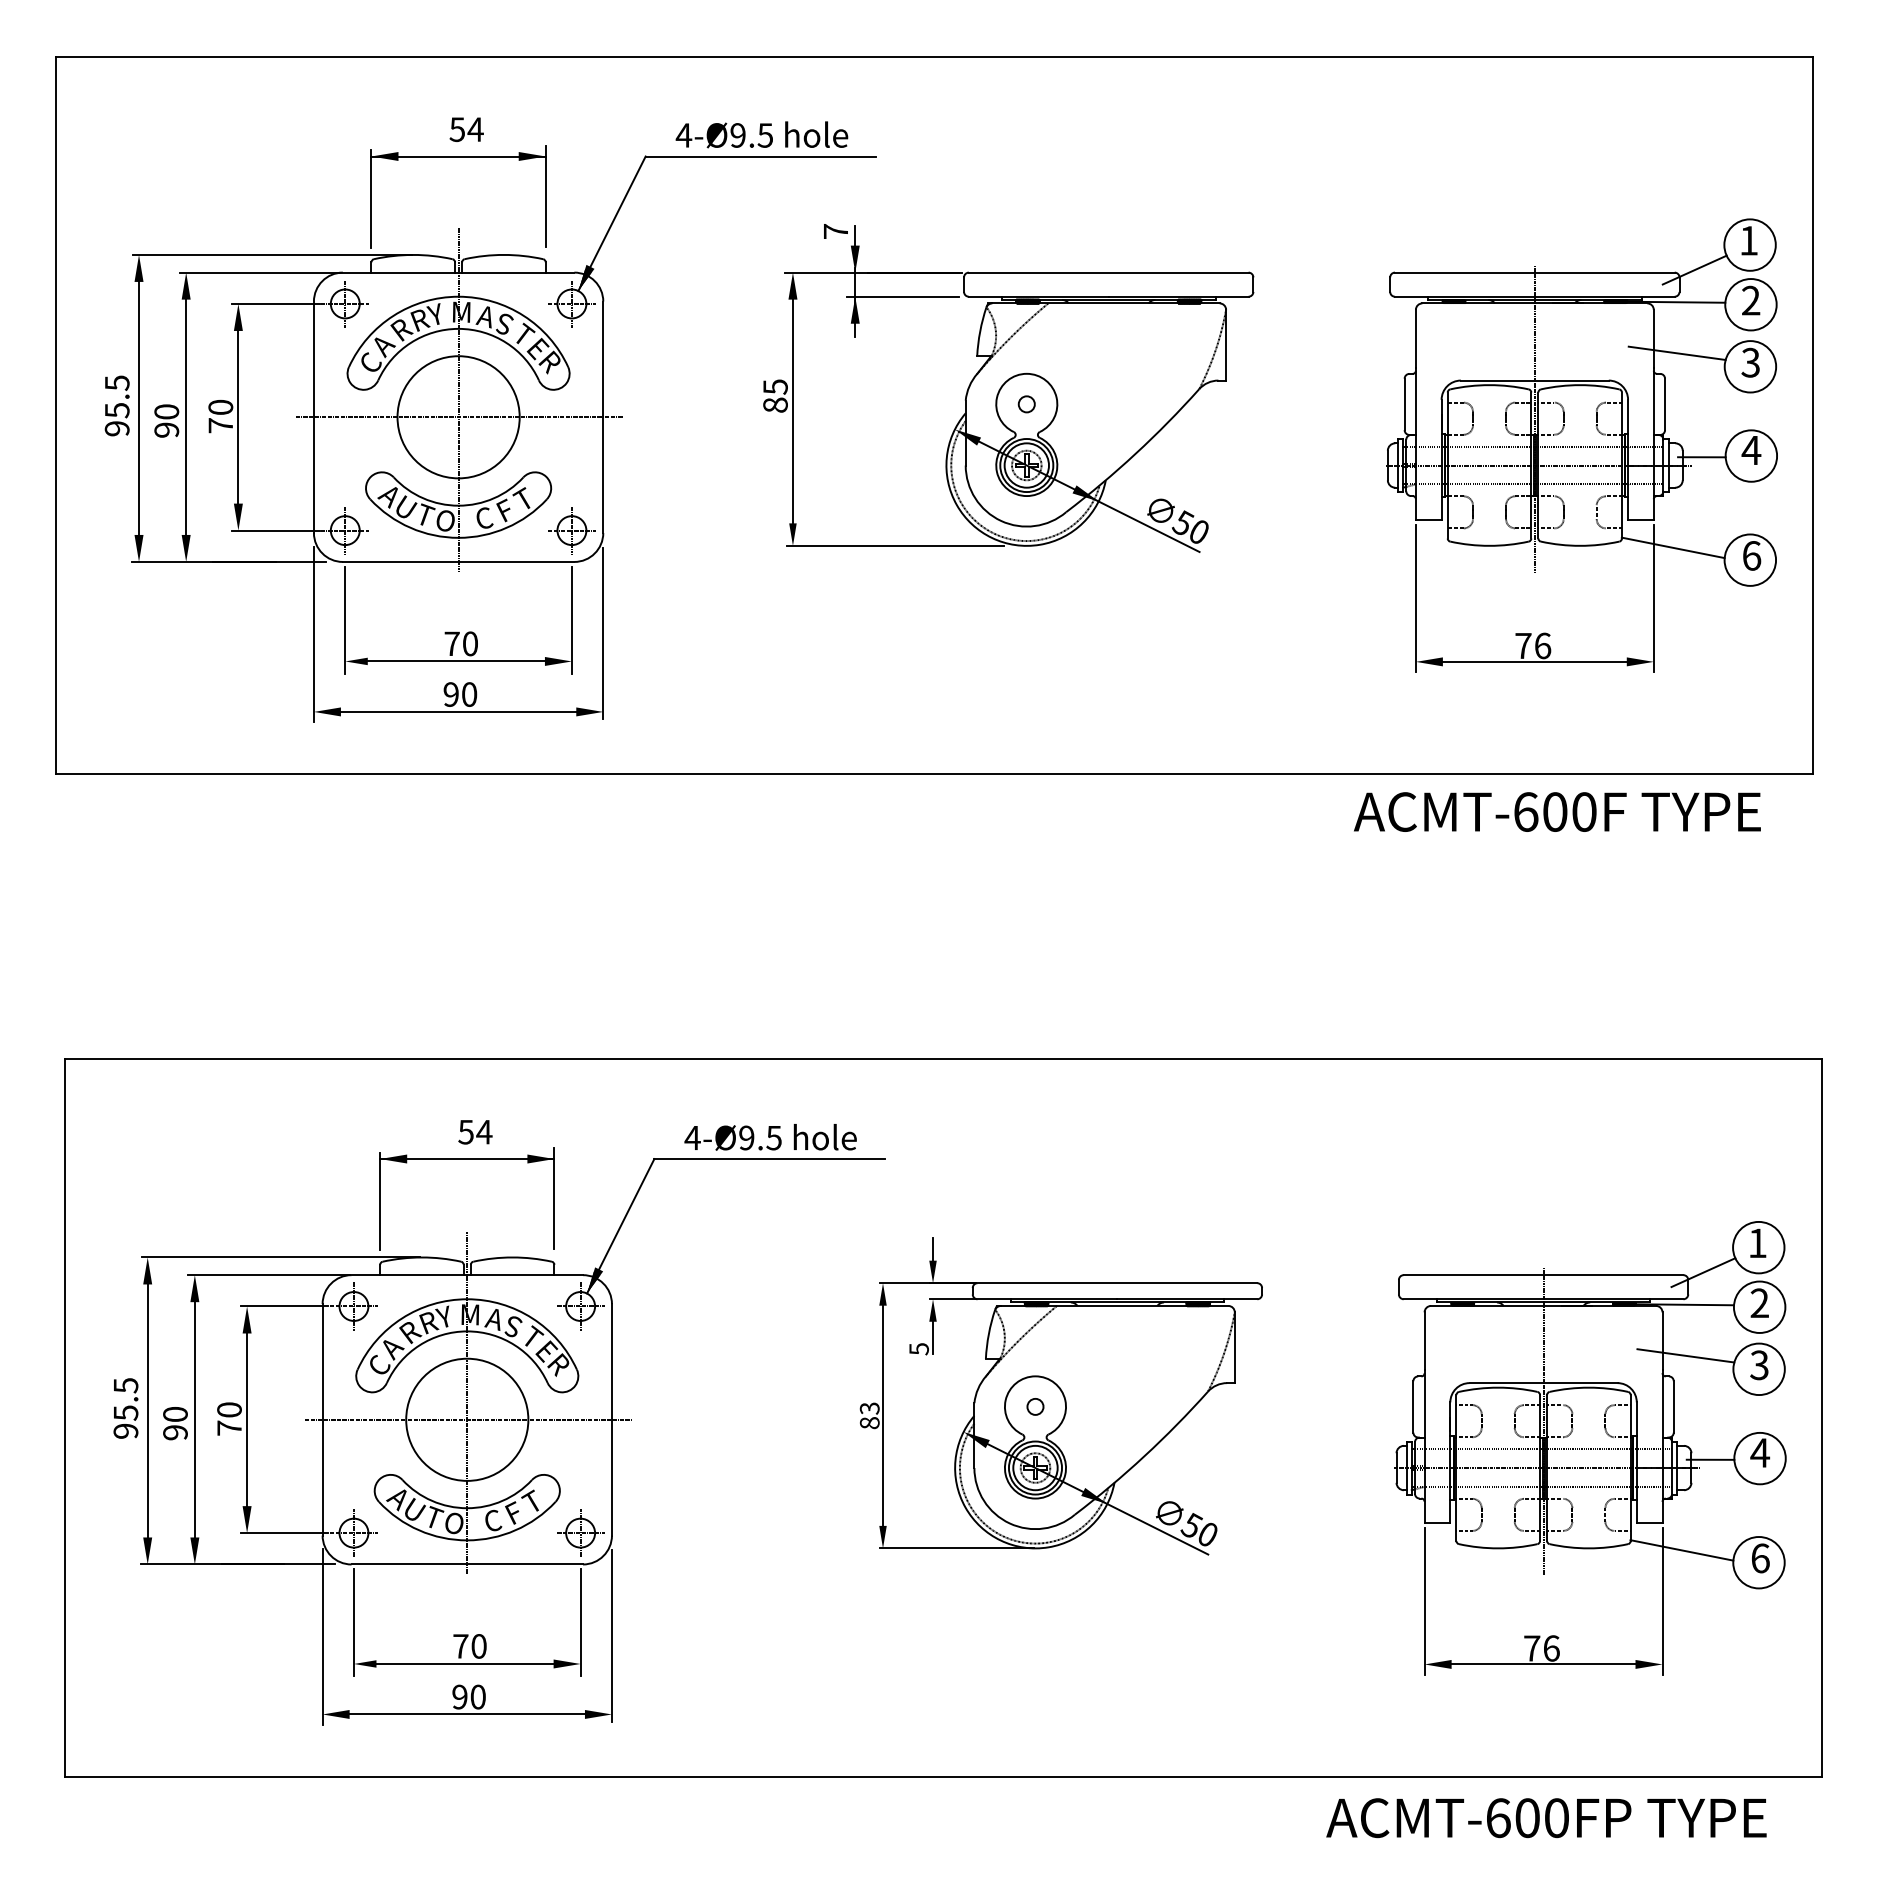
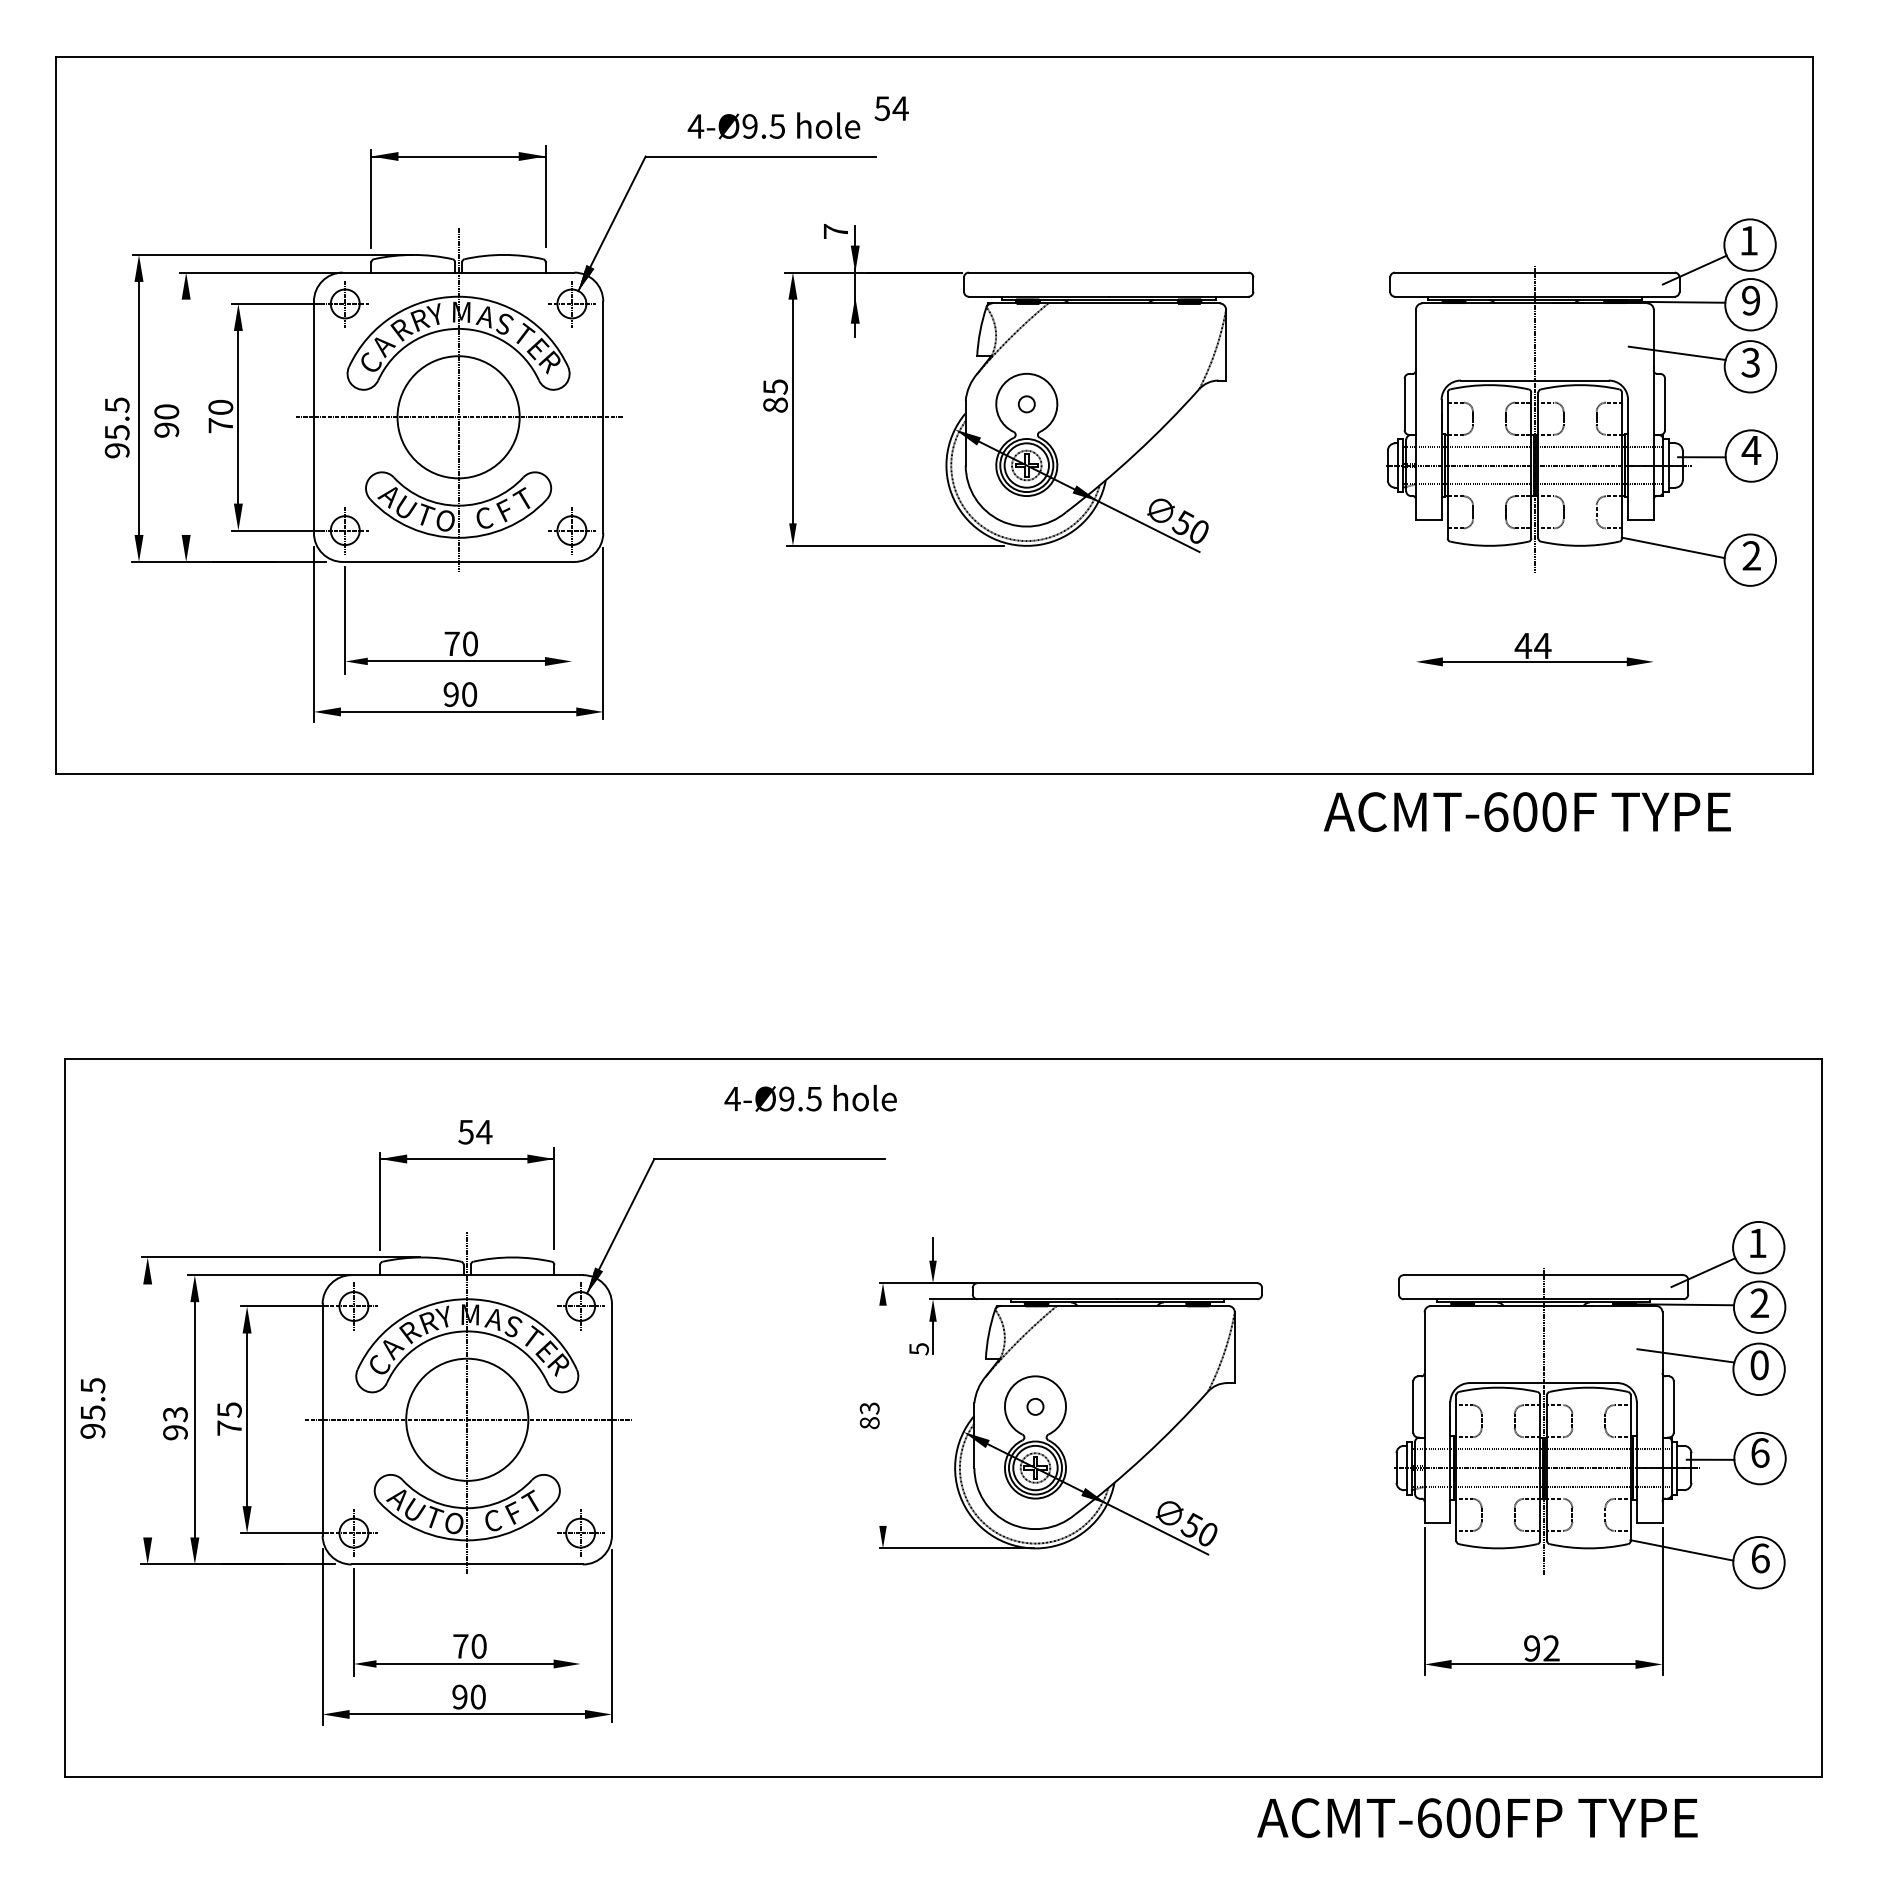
text at (466, 129) position: (466, 129) -> (891, 108)
text at (761, 134) position: (761, 134) -> (773, 125)
line at (902, 296): present -> none
text at (1751, 300): 2 -> 9
text at (116, 405) position: (116, 405) -> (116, 427)
line at (186, 417): present -> none
text at (1751, 555): 6 -> 2
line at (1415, 598): present -> none
line at (1653, 598): present -> none
line at (571, 619): present -> none
text at (1532, 645): 76 -> 44
text at (1557, 811) position: (1557, 811) -> (1527, 811)
text at (770, 1137) position: (770, 1137) -> (810, 1098)
text at (1759, 1365): 3 -> 0
text at (125, 1408) position: (125, 1408) -> (92, 1408)
text at (229, 1409): 70 -> 75
line at (147, 1410): present -> none
text at (175, 1414): 90 -> 93
line at (883, 1415): present -> none
text at (1760, 1452): 4 -> 6
line at (580, 1622): present -> none
text at (1541, 1648): 76 -> 92
text at (1546, 1818) position: (1546, 1818) -> (1477, 1818)
